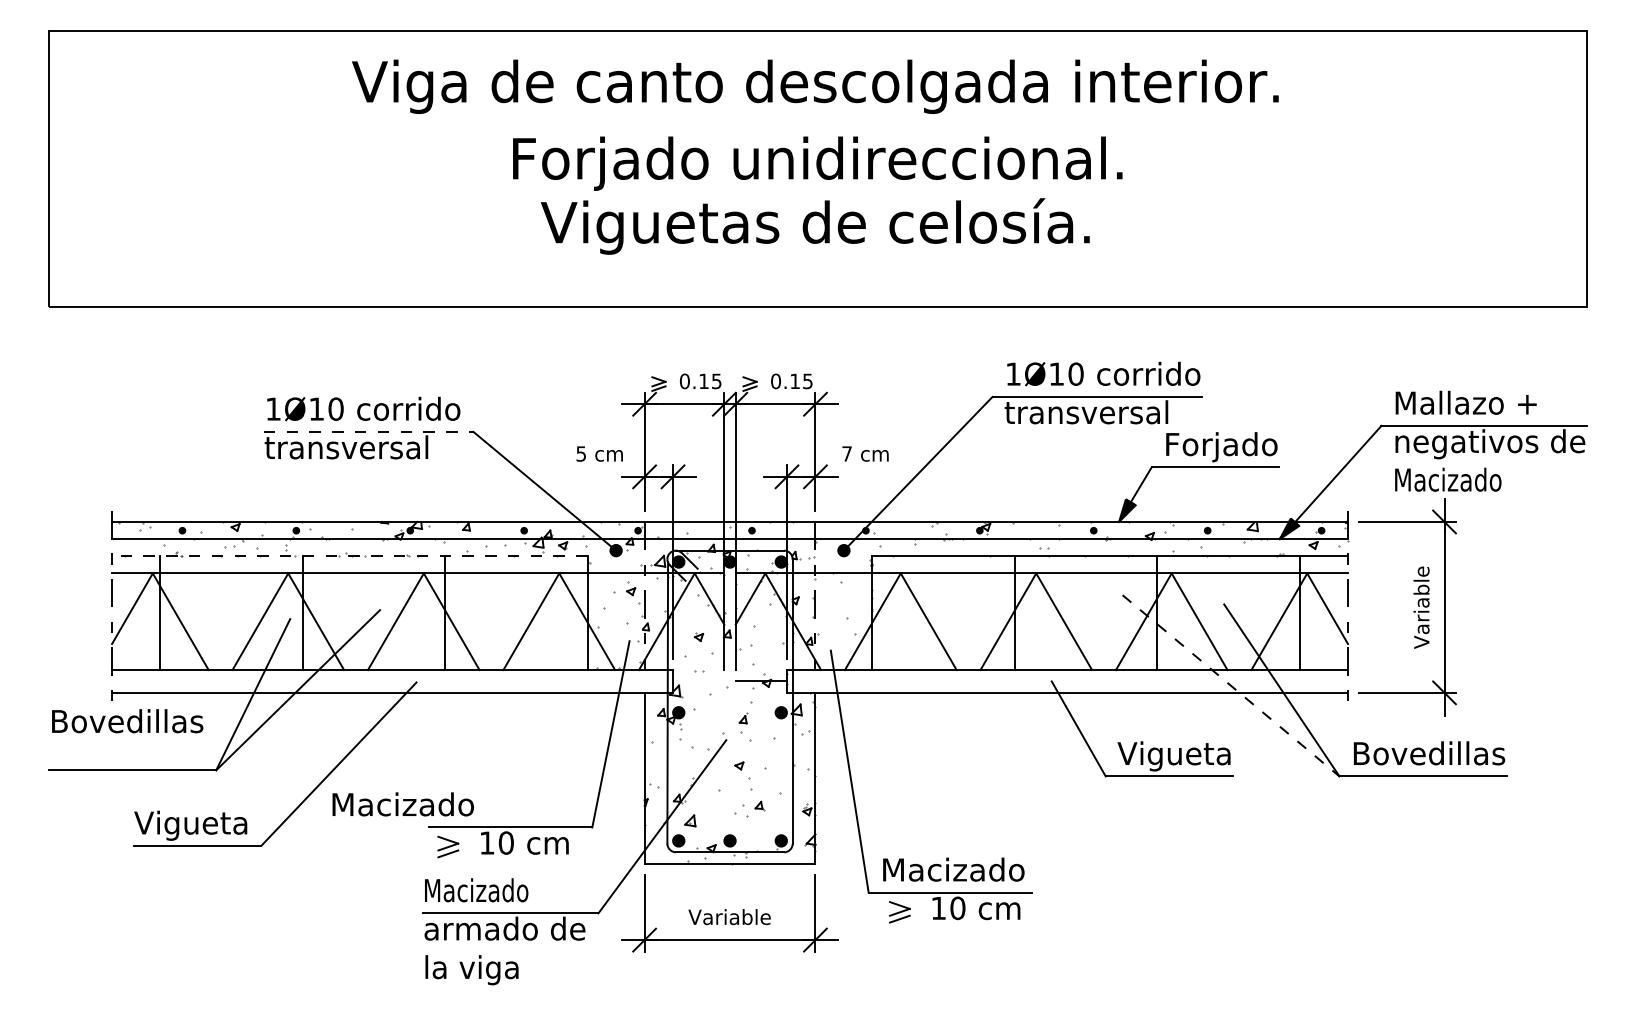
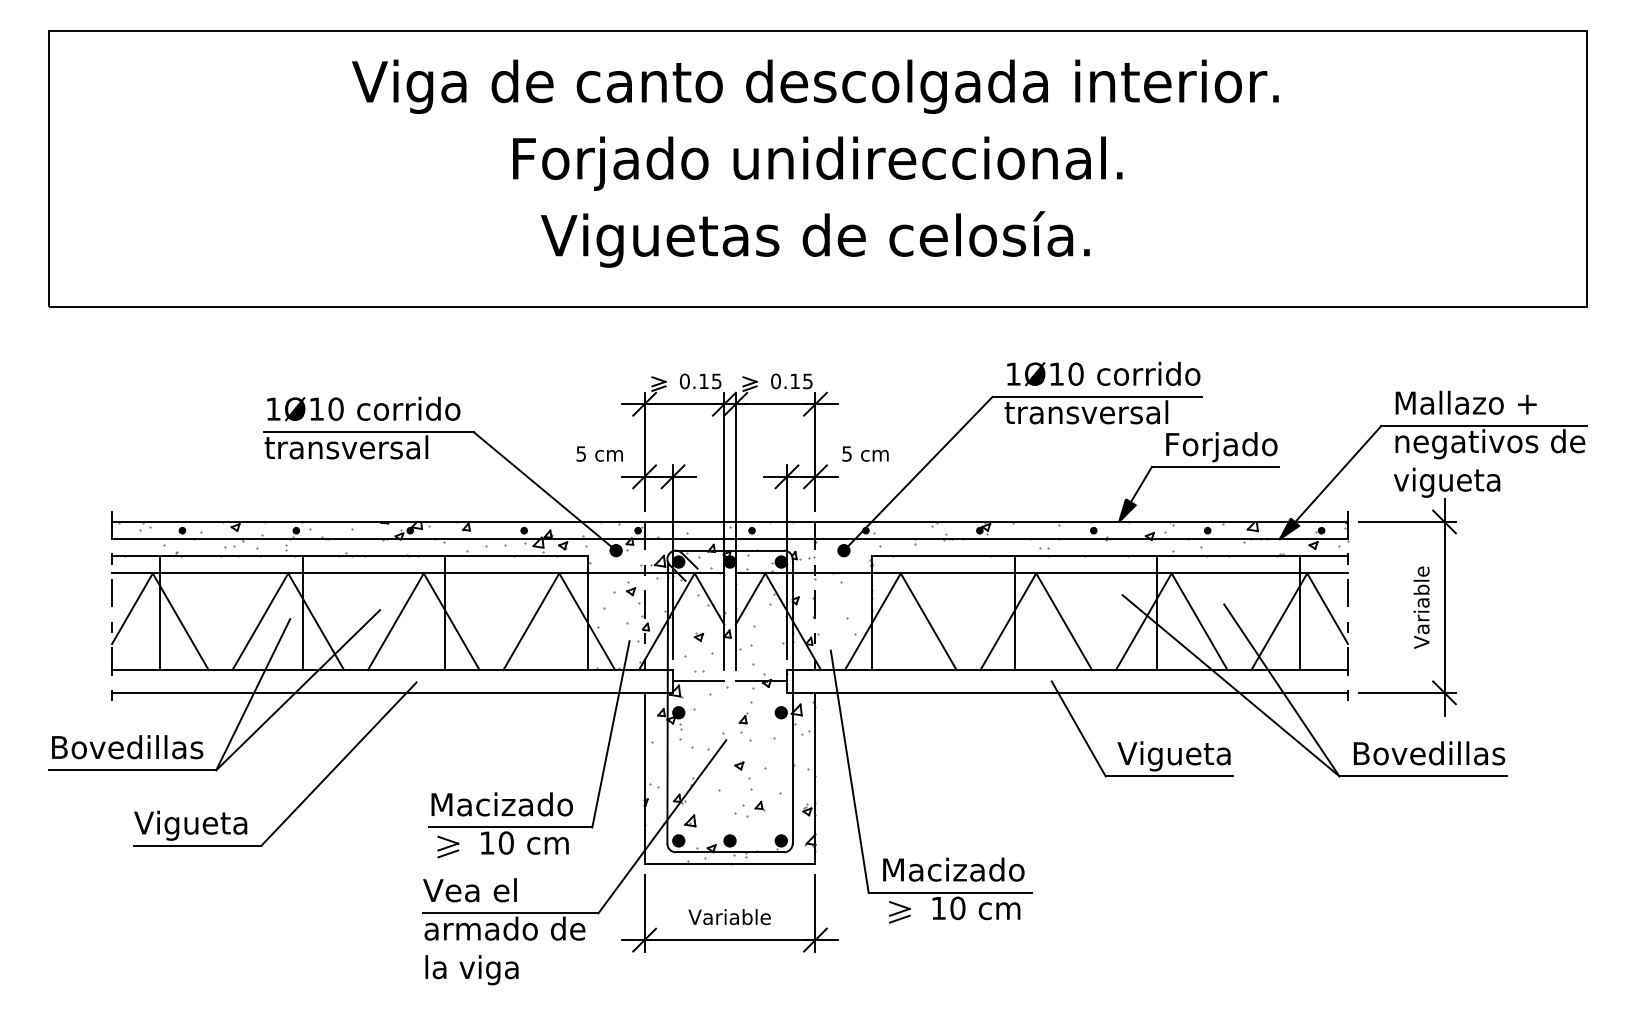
text at (814, 226) position: (814, 226) -> (814, 239)
line at (368, 431): dashed -> solid
text at (846, 453): 7 -> 5
text at (1447, 482): Macizado -> vigueta
line at (349, 556): dashed -> solid
line at (698, 681): none -> present
line at (1231, 686): dashed -> solid
text at (127, 721) position: (127, 721) -> (127, 747)
text at (402, 804) position: (402, 804) -> (501, 804)
text at (475, 890): Macizado -> Vea el
